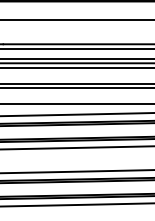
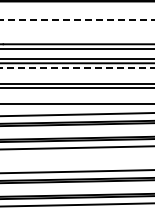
line at (77, 20): solid -> dashed
line at (77, 68): solid -> dashed
